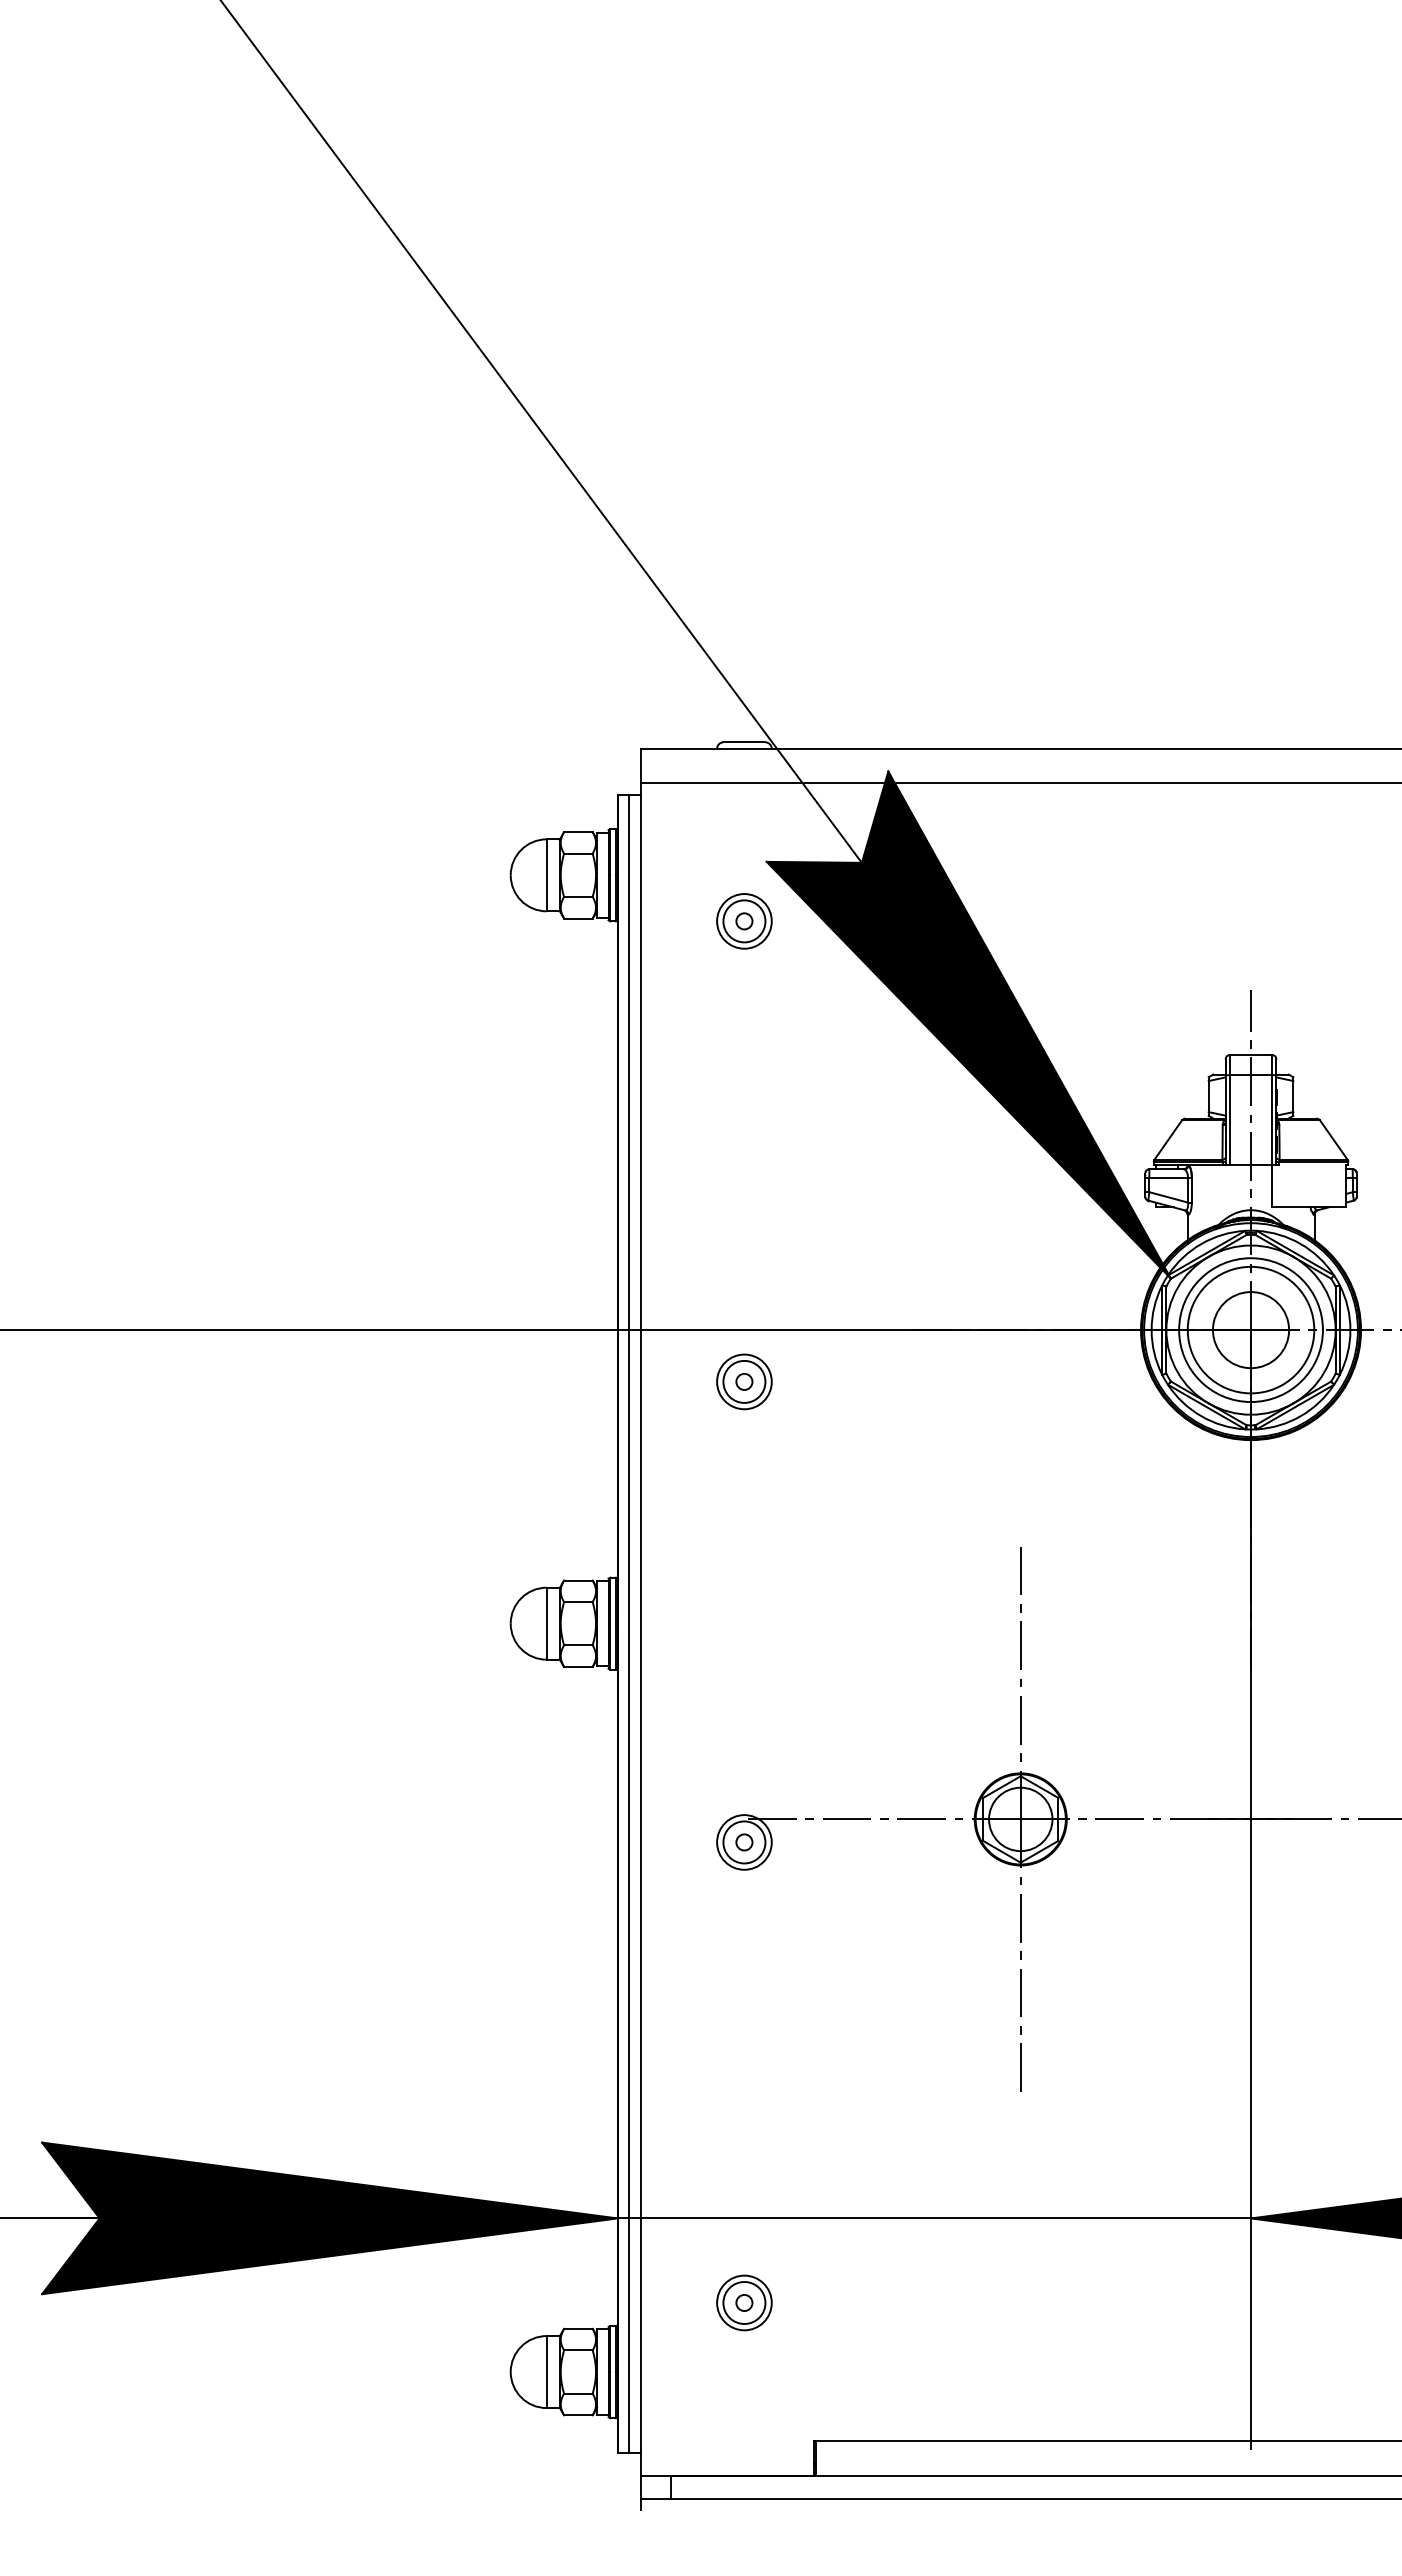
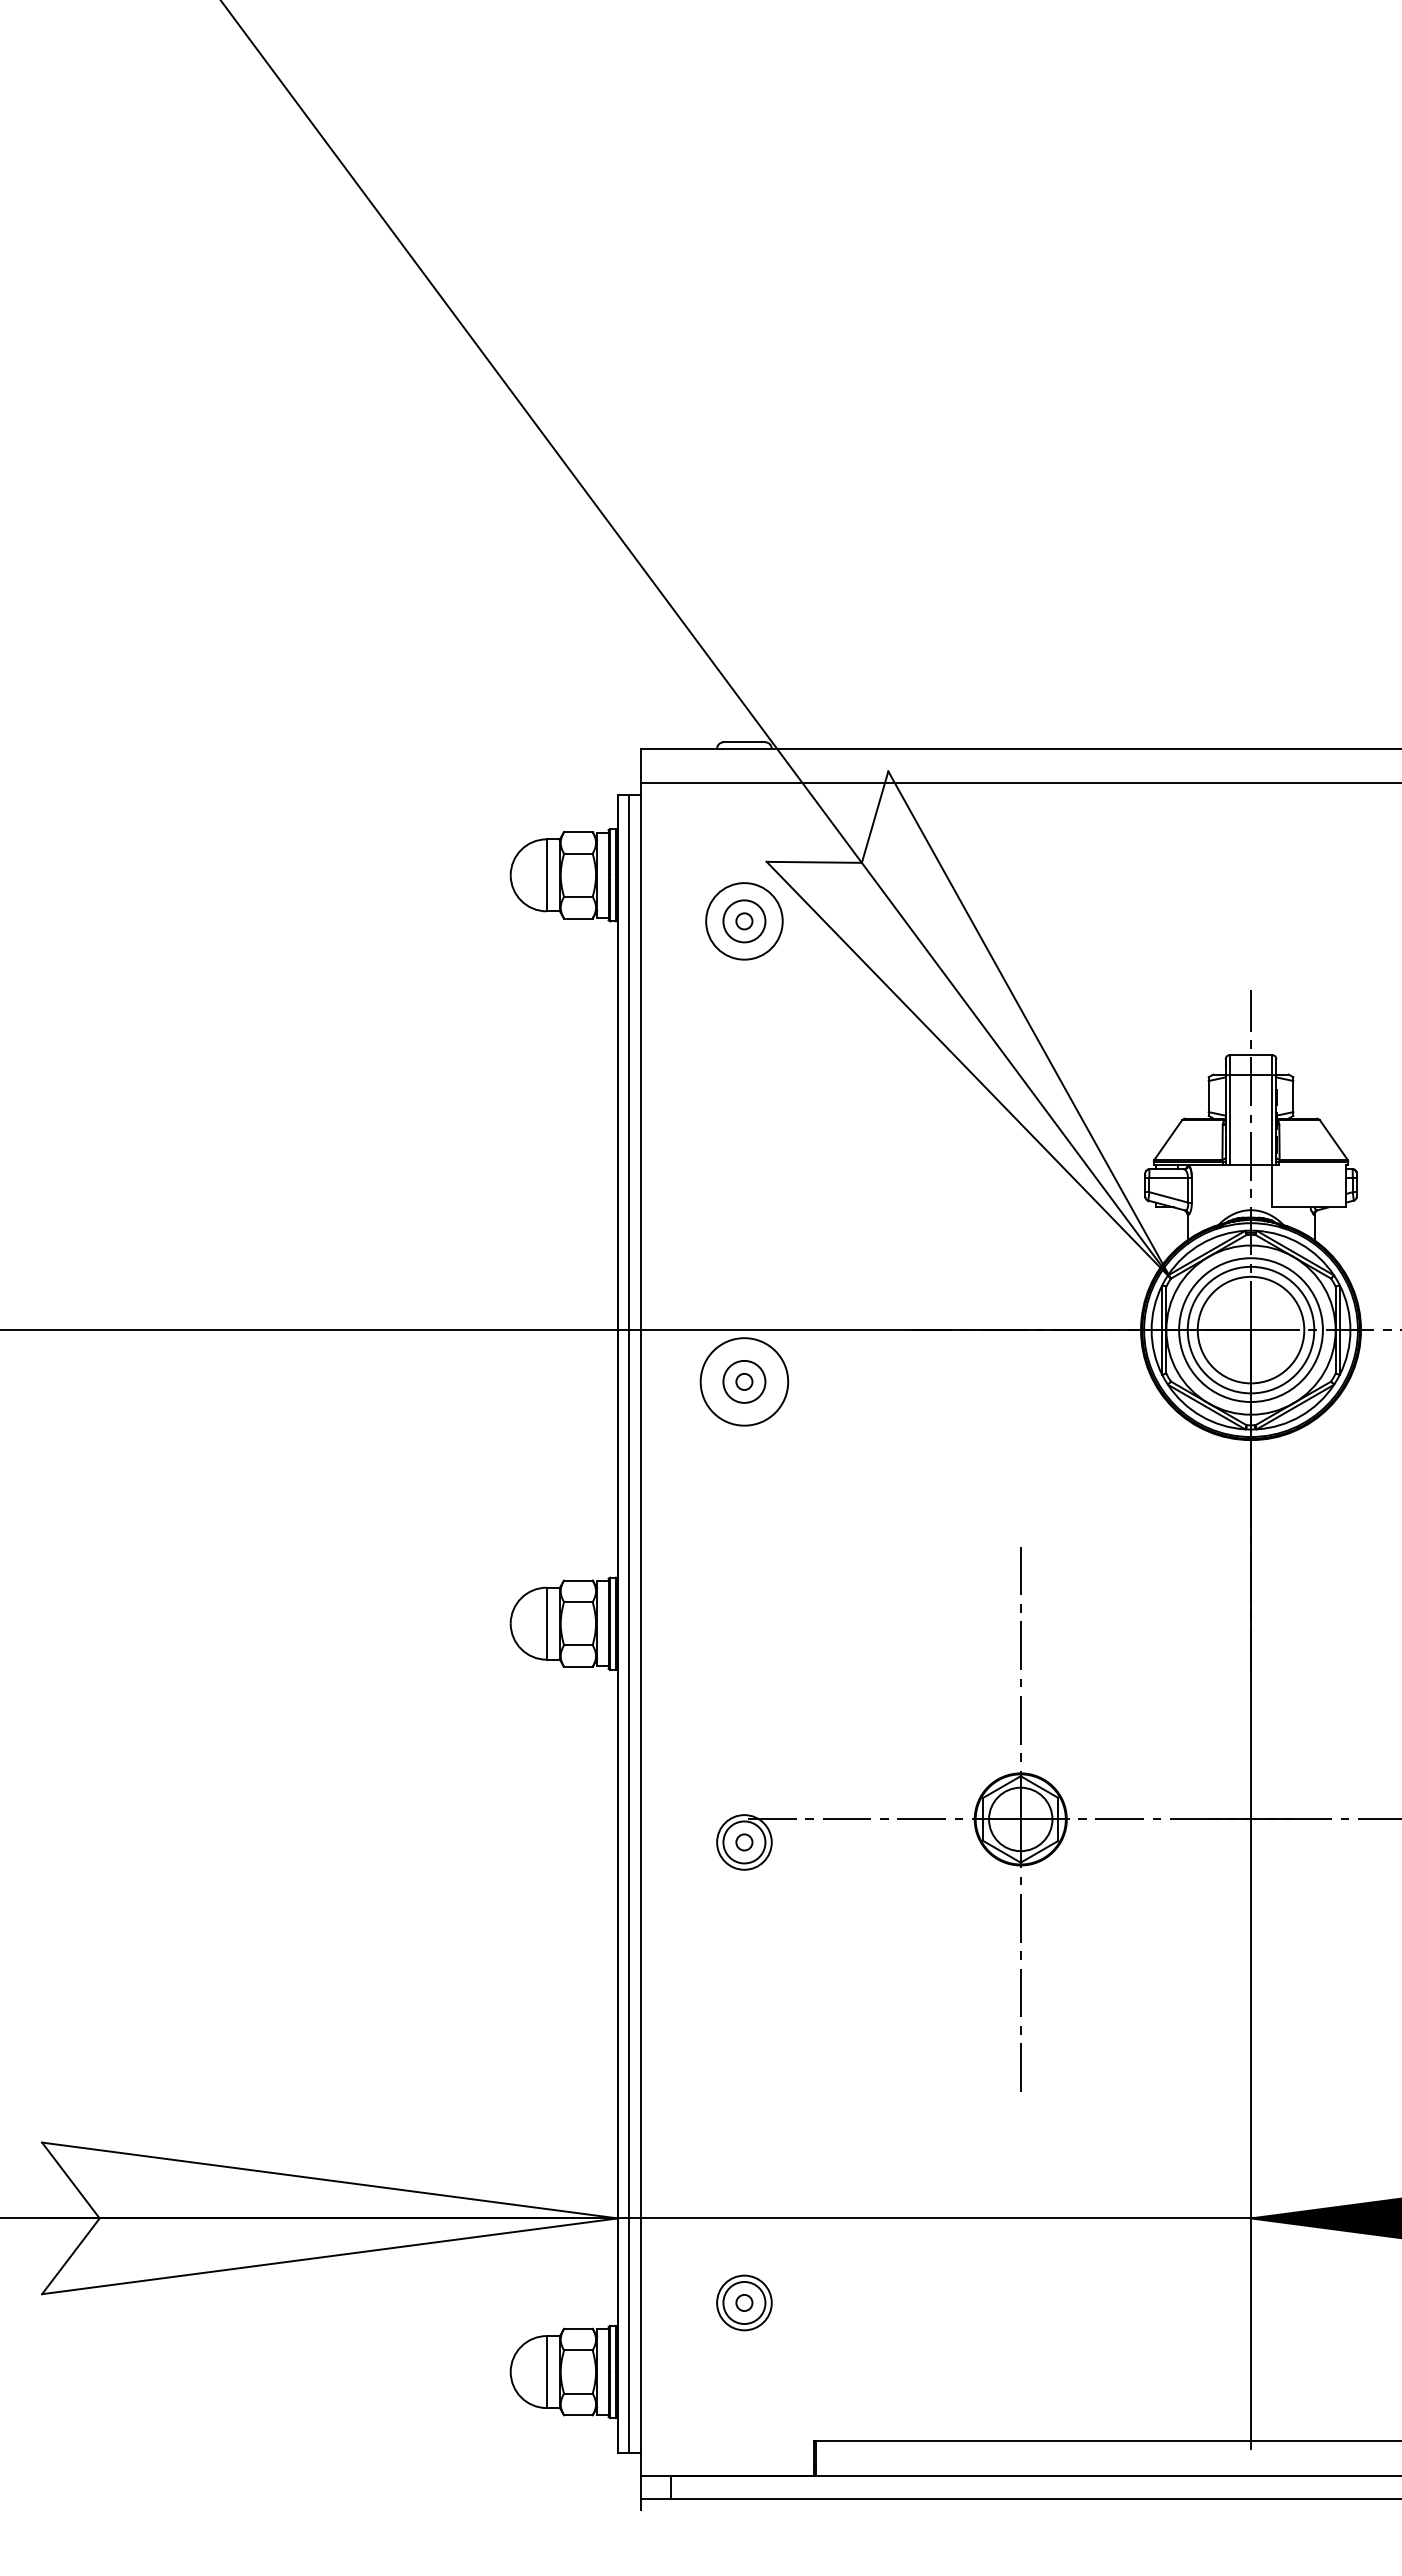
circle at (744, 921) diameter: 55 px -> 77 px
fill at (968, 1024): present -> none
circle at (1250, 1330) diameter: 76 px -> 107 px
circle at (744, 1381) diameter: 55 px -> 88 px
fill at (329, 2218): present -> none
